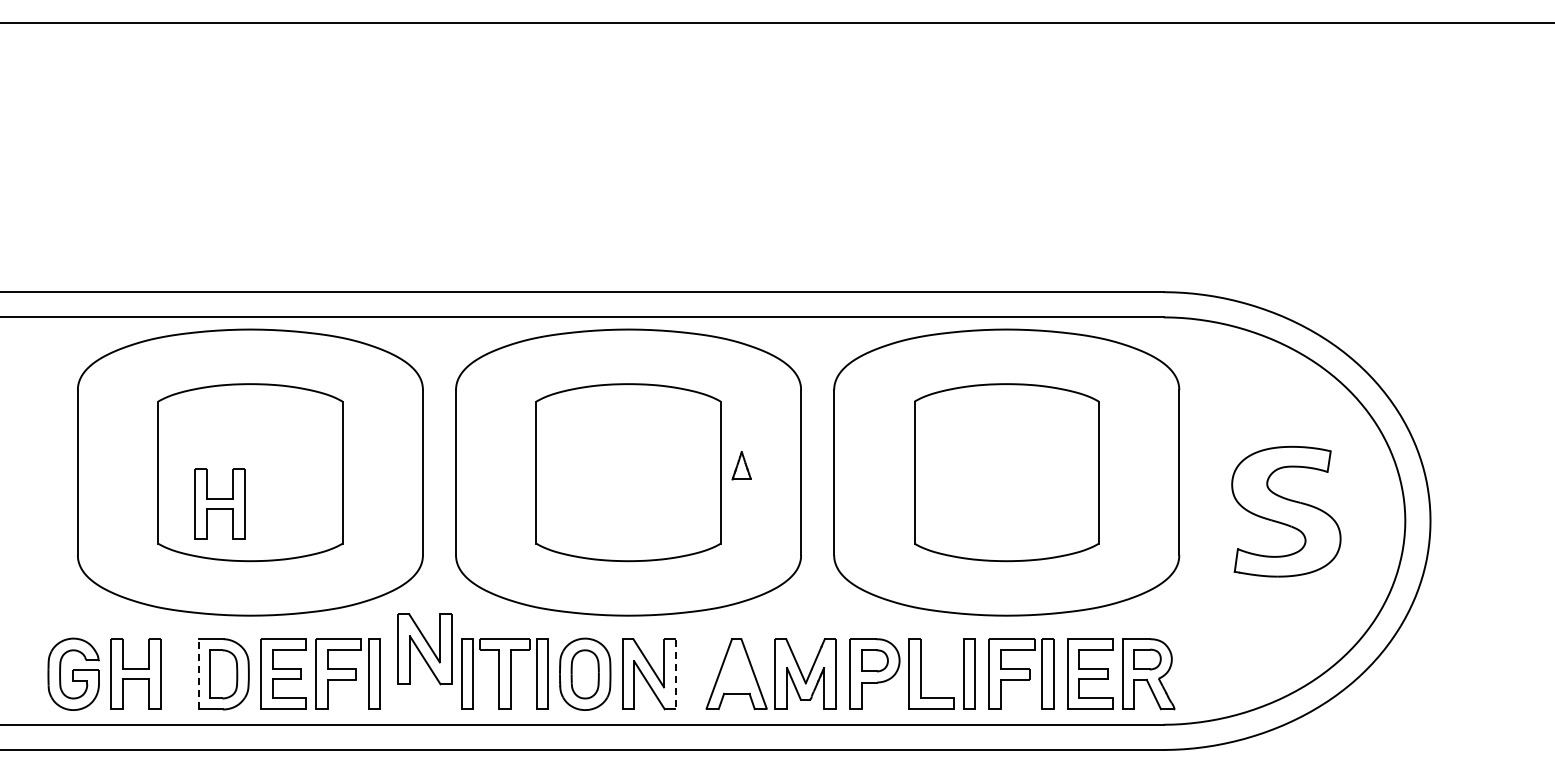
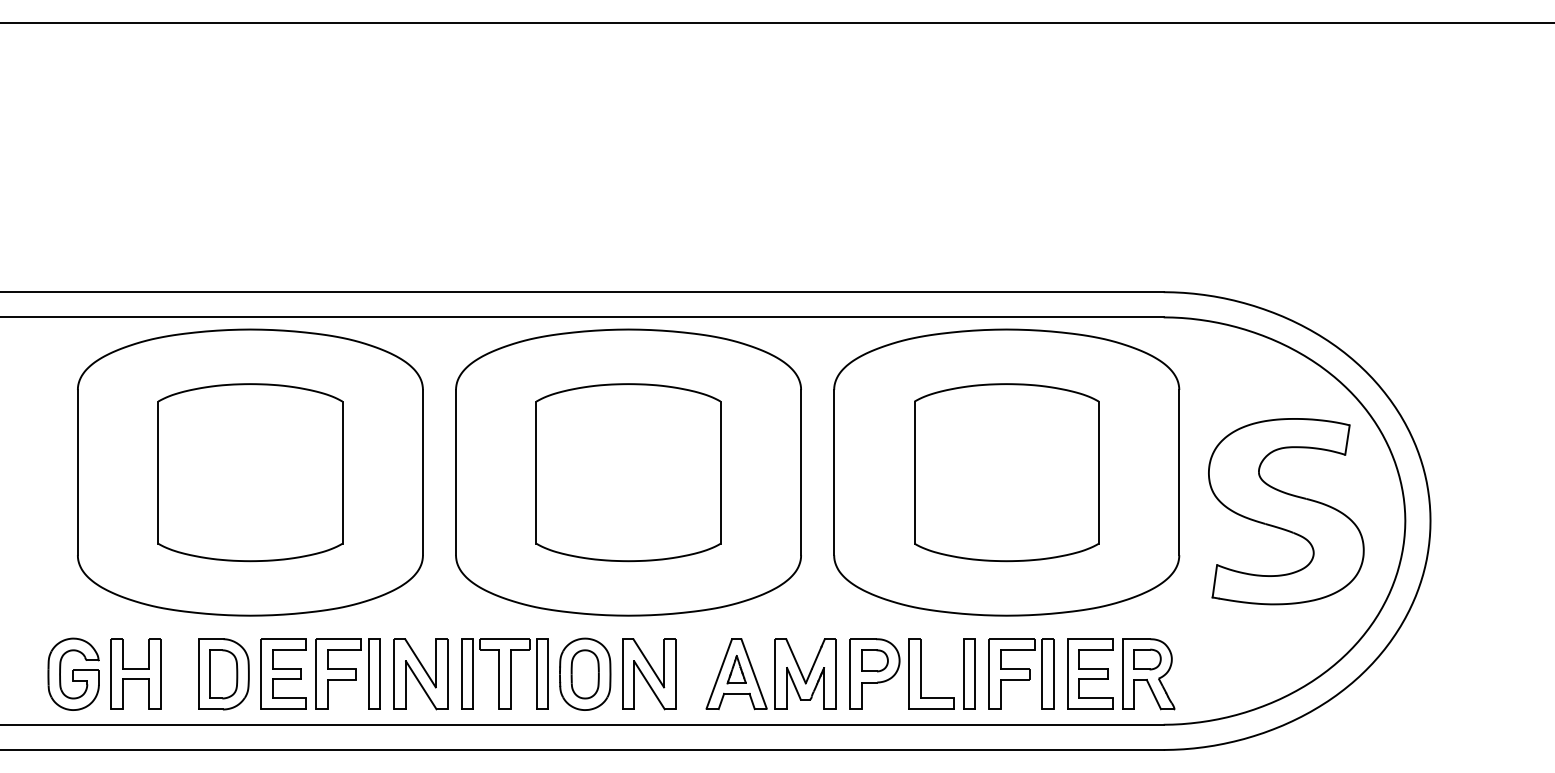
part at (741, 465) position: (741, 465) -> (736, 669)
part at (219, 503): present -> none
part at (1286, 511) size: 111x132 px -> 157x188 px
part at (424, 649) position: (424, 649) -> (420, 674)
line at (198, 674): dashed -> solid
line at (675, 674): dashed -> solid
